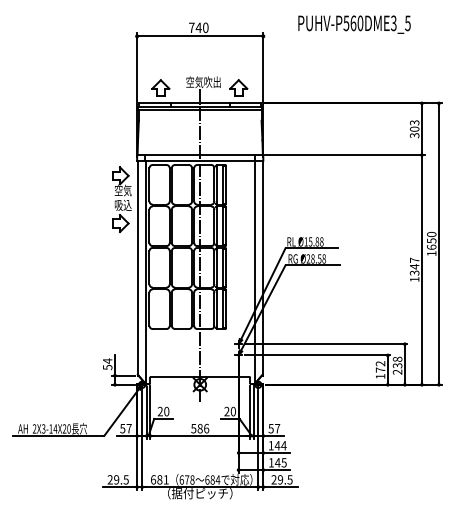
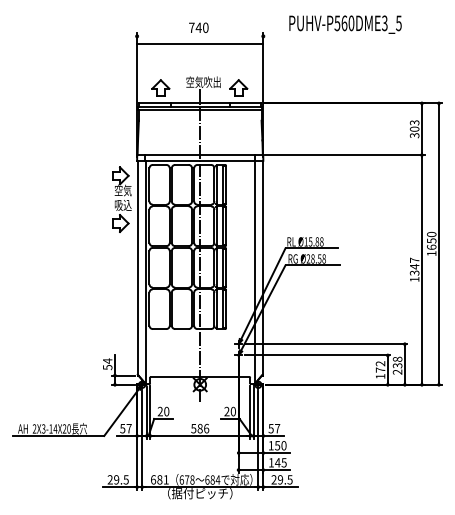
text at (354, 24) position: (354, 24) -> (345, 24)
line at (200, 36) position: (200, 36) -> (200, 44)
text at (280, 445): 144 -> 150
